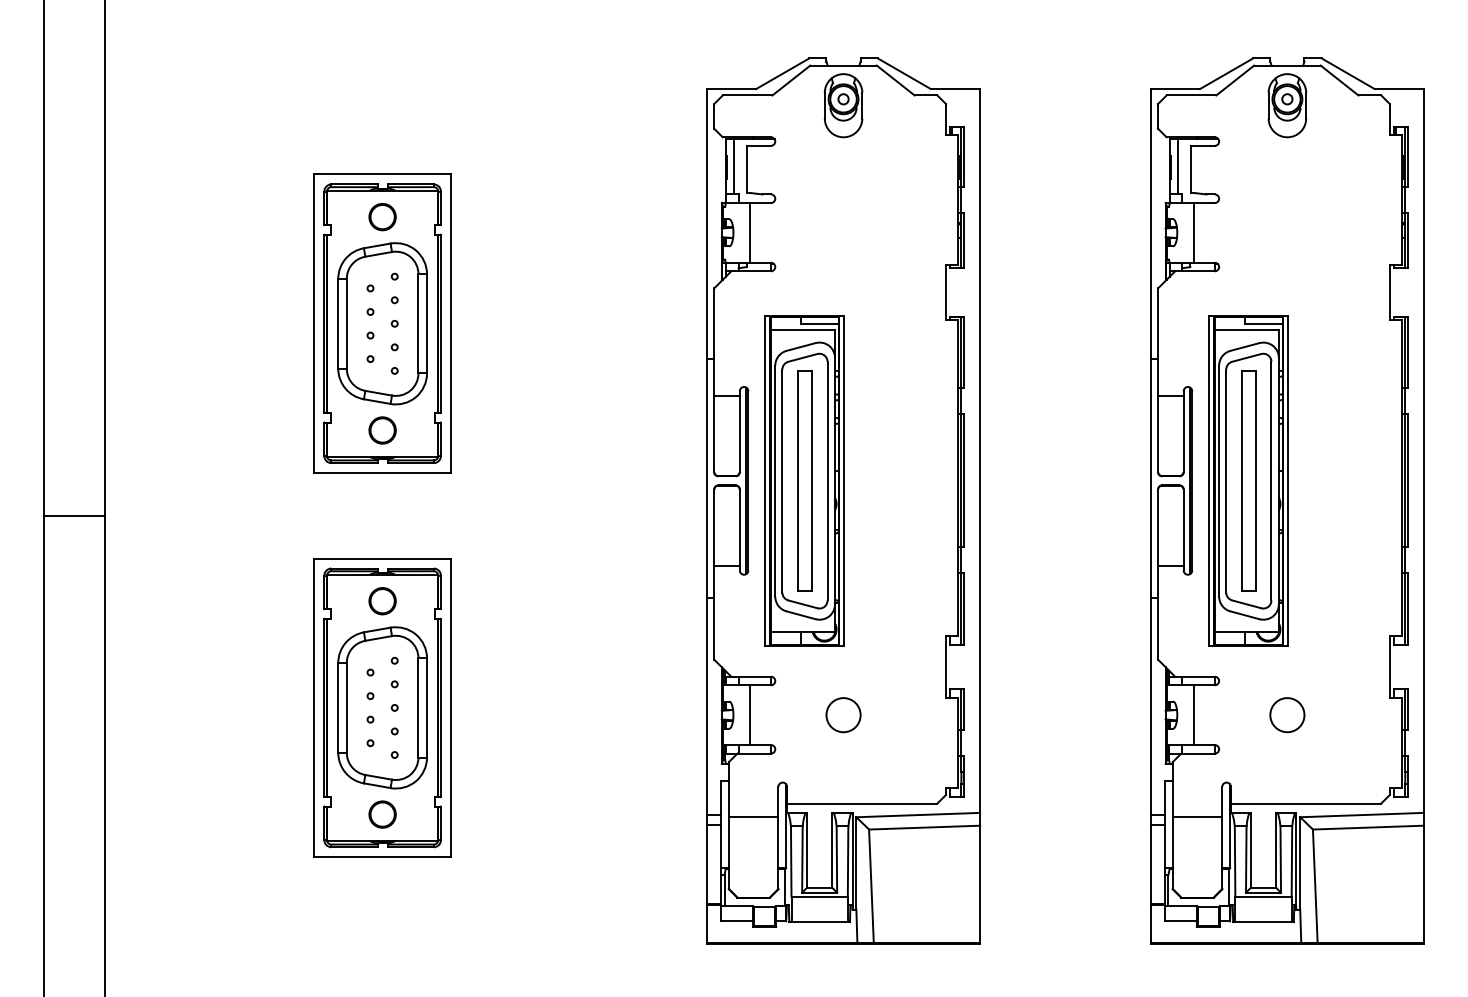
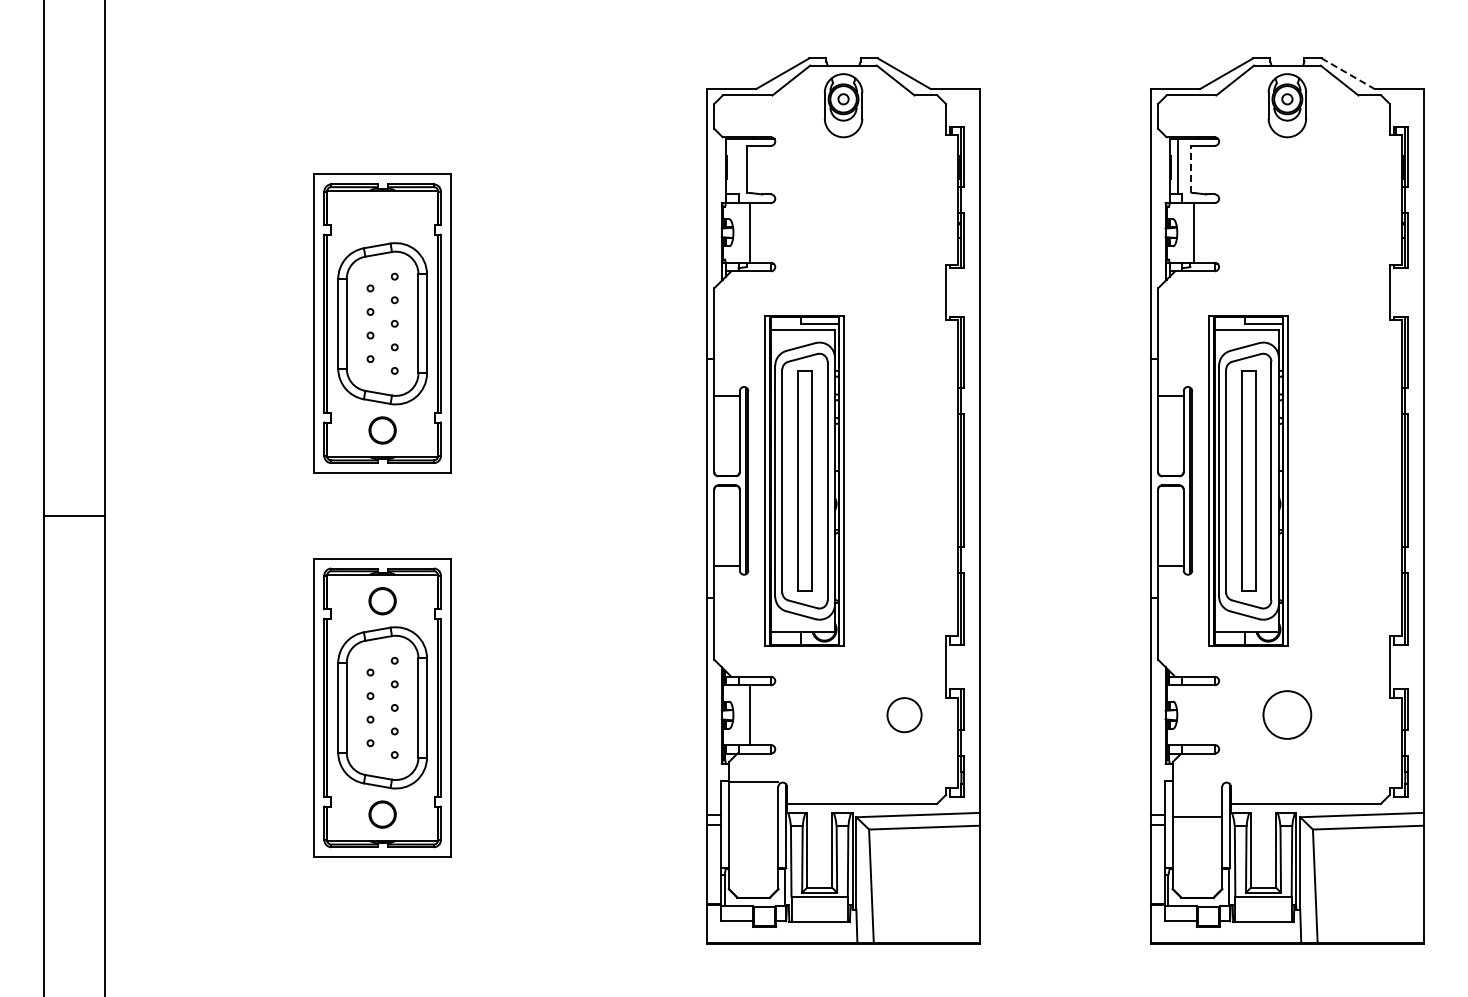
line at (1348, 73): solid -> dashed
line at (734, 166): present -> none
line at (1190, 169): solid -> dashed
circle at (382, 217): present -> none
circle at (843, 715) position: (843, 715) -> (904, 715)
line at (1193, 715): present -> none
circle at (1287, 715) size: 37x37 px -> 51x50 px
line at (753, 816) position: (753, 816) -> (753, 781)
